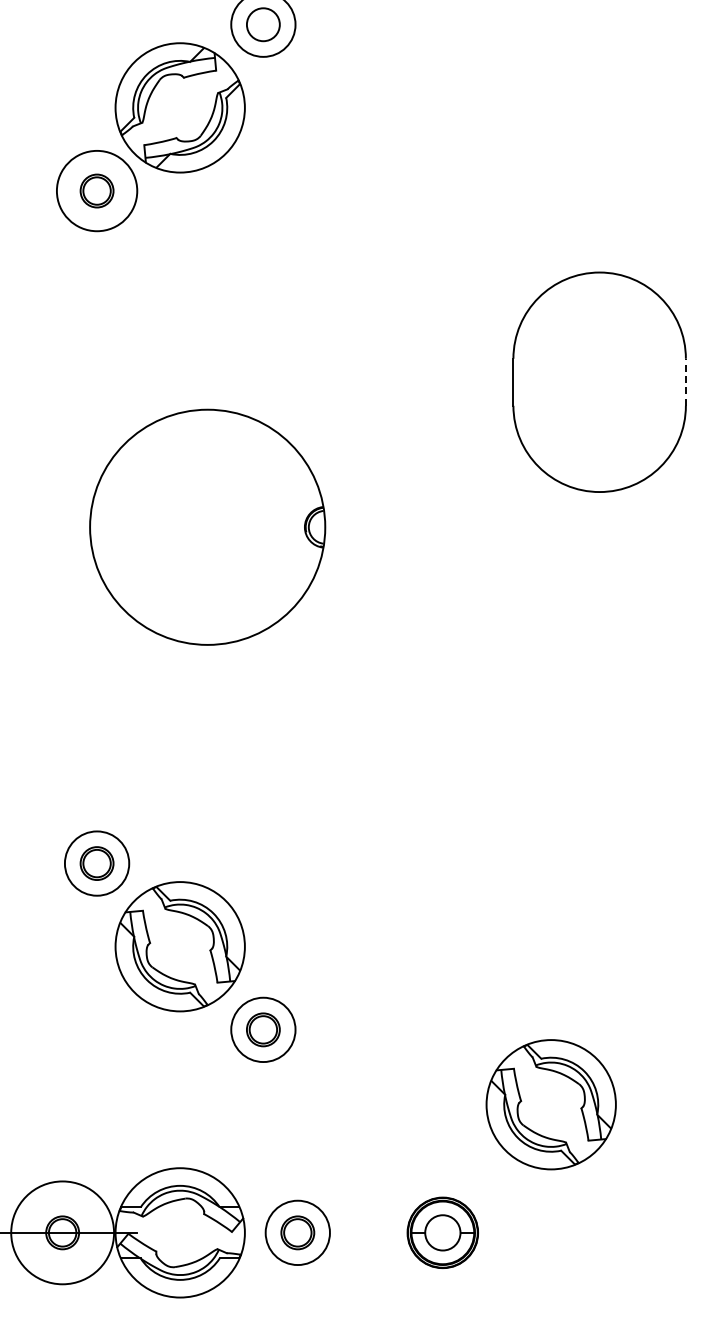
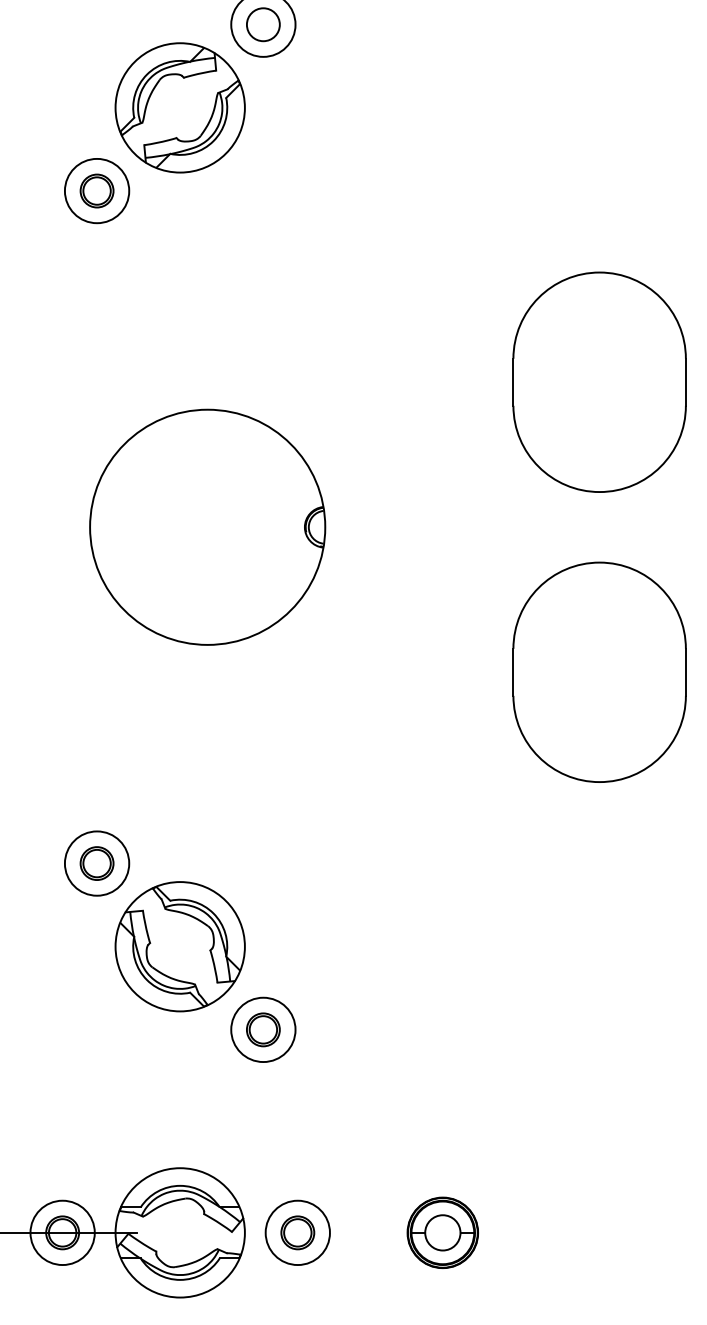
circle at (96, 190) diameter: 80 px -> 64 px
line at (685, 382): dashed -> solid
part at (599, 671): none -> present
part at (550, 1104): present -> none
circle at (62, 1232) diameter: 103 px -> 64 px
